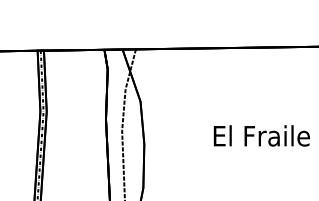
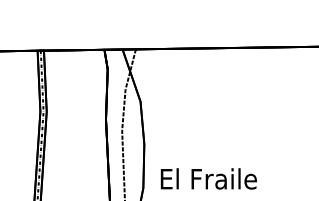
text at (261, 135) position: (261, 135) -> (208, 178)
